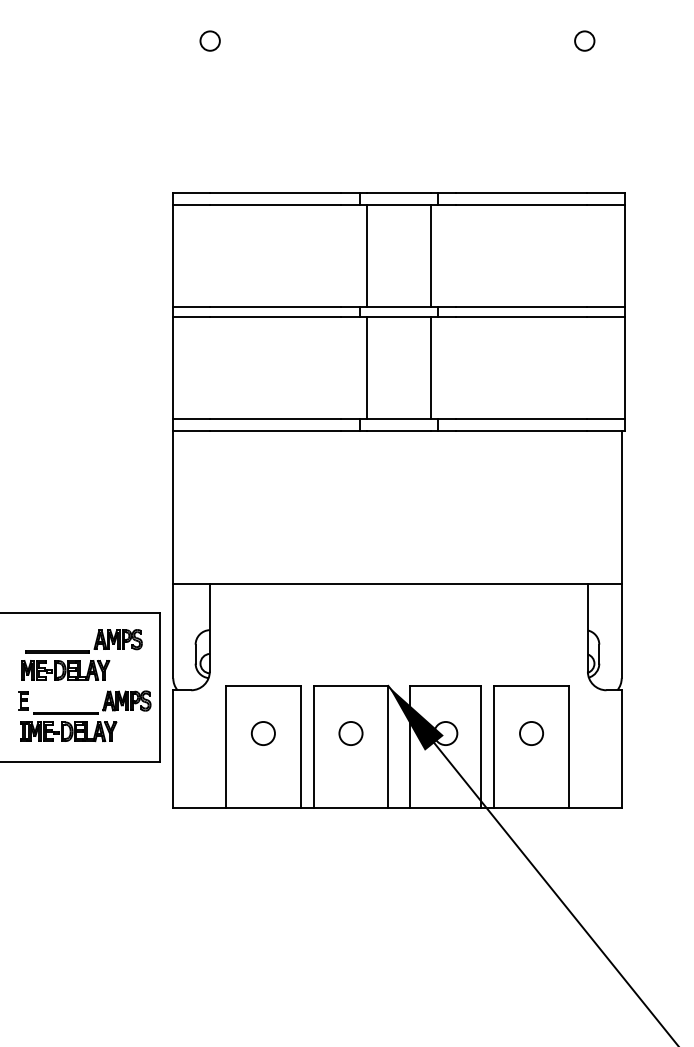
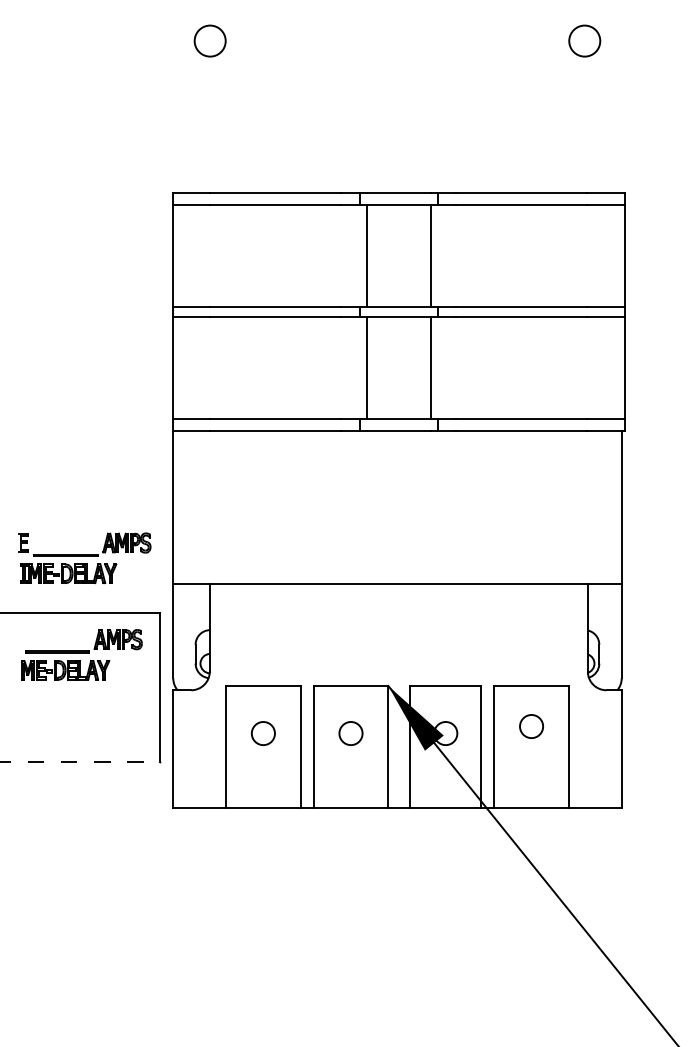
circle at (209, 40) diameter: 19 px -> 31 px
circle at (584, 40) diameter: 19 px -> 31 px
part at (84, 716) position: (84, 716) -> (84, 558)
circle at (531, 733) position: (531, 733) -> (531, 726)
line at (80, 762): solid -> dashed
